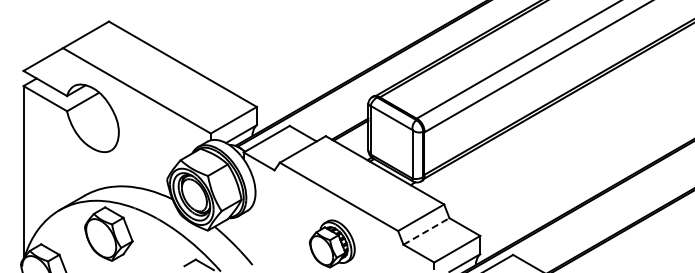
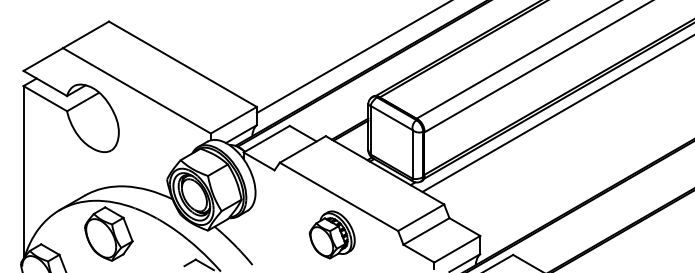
line at (352, 57): none -> present
line at (556, 113): none -> present
line at (426, 231): dashed -> solid
part at (331, 243) position: (331, 243) -> (331, 234)
